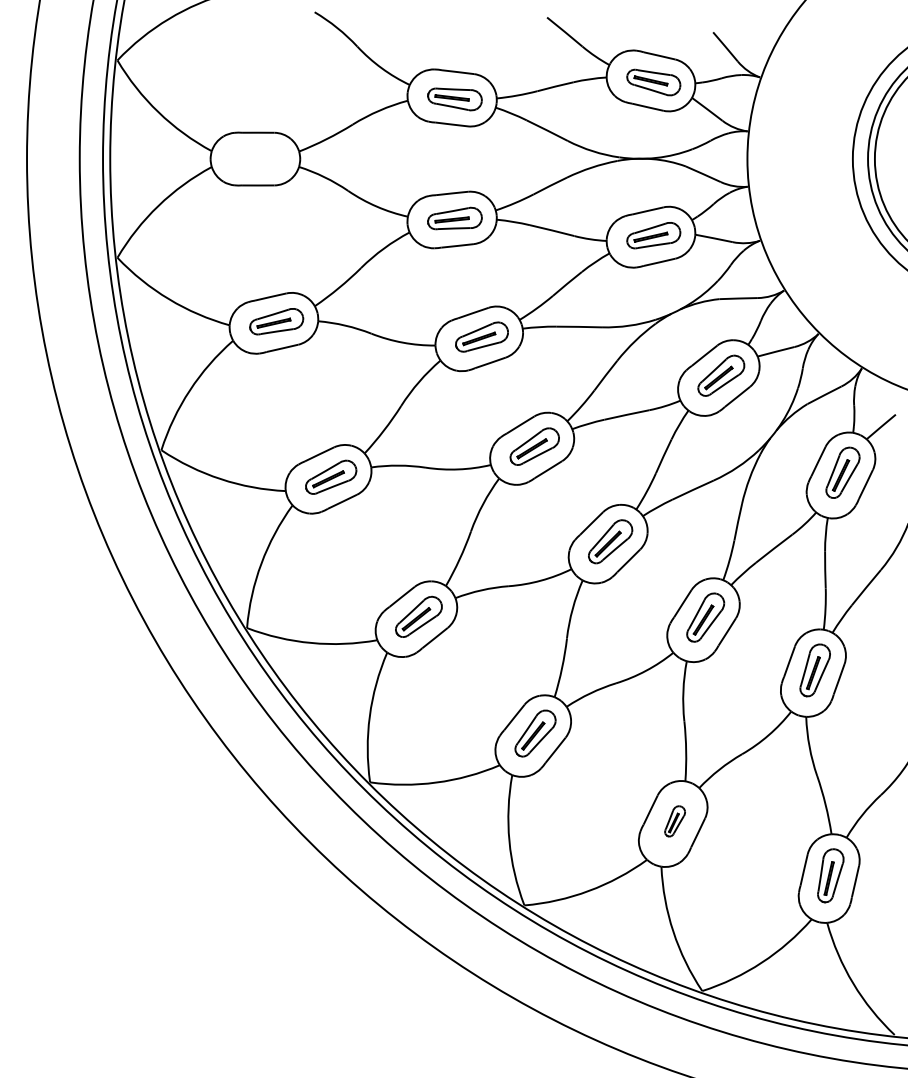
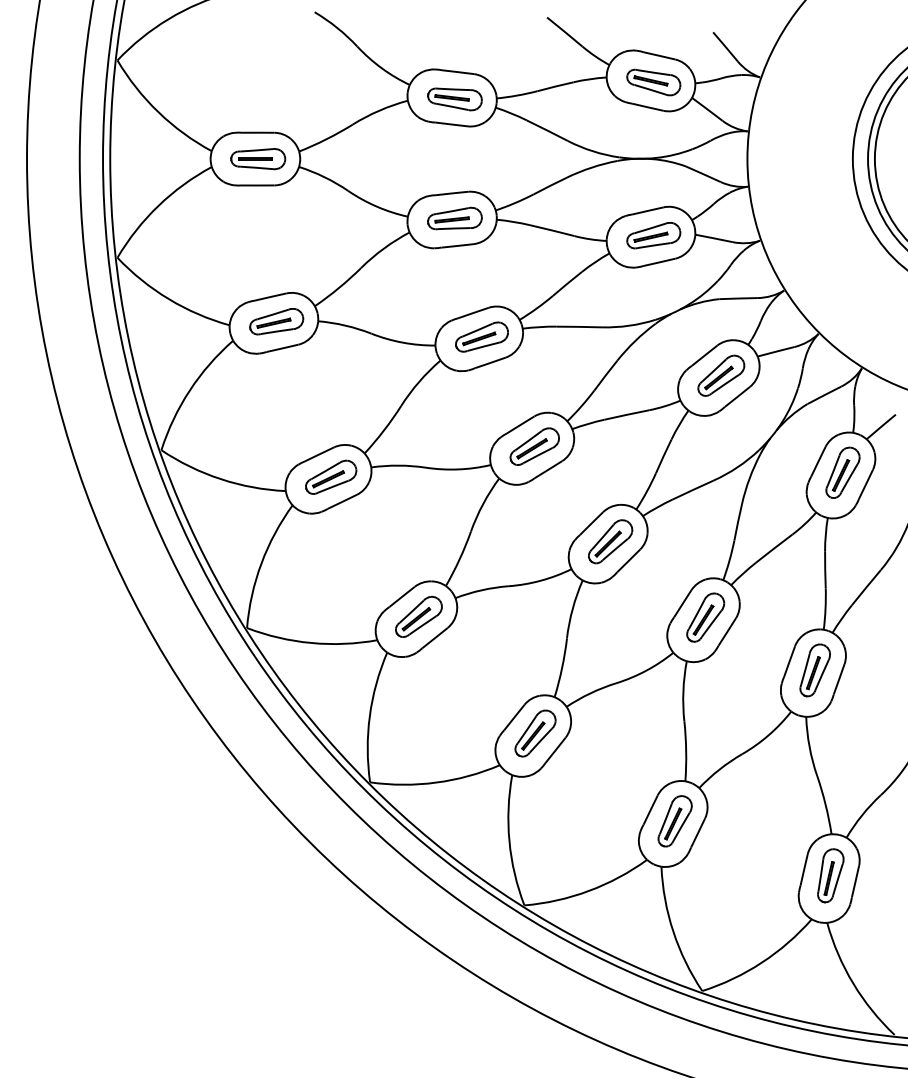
part at (258, 159): none -> present
part at (674, 821) size: 22x33 px -> 36x53 px
